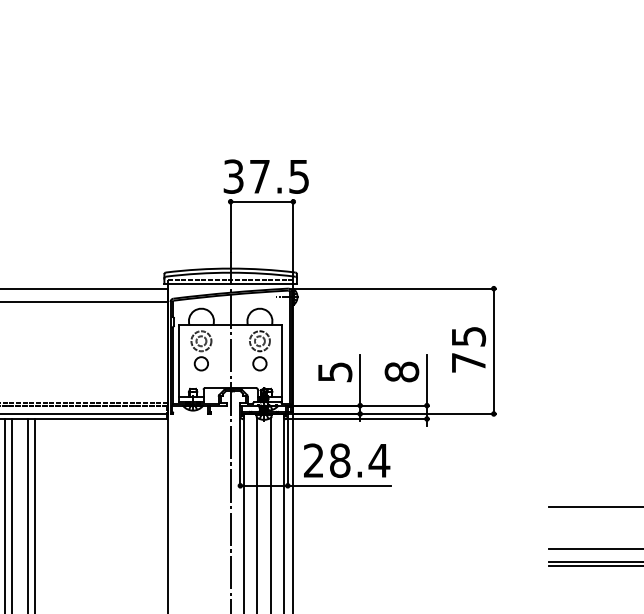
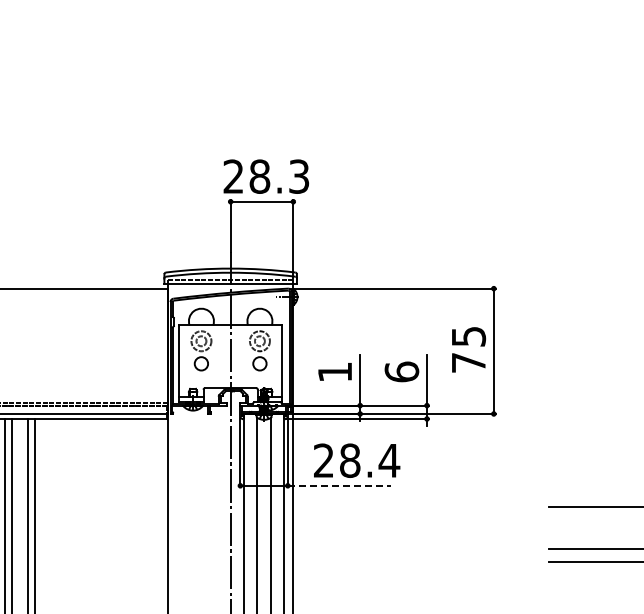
text at (266, 176): 37.5 -> 28.3
line at (85, 302): present -> none
text at (401, 371): 8 -> 6
text at (335, 372): 5 -> 1
text at (347, 460) position: (347, 460) -> (357, 460)
line at (339, 485): solid -> dashed
line at (594, 565): present -> none
